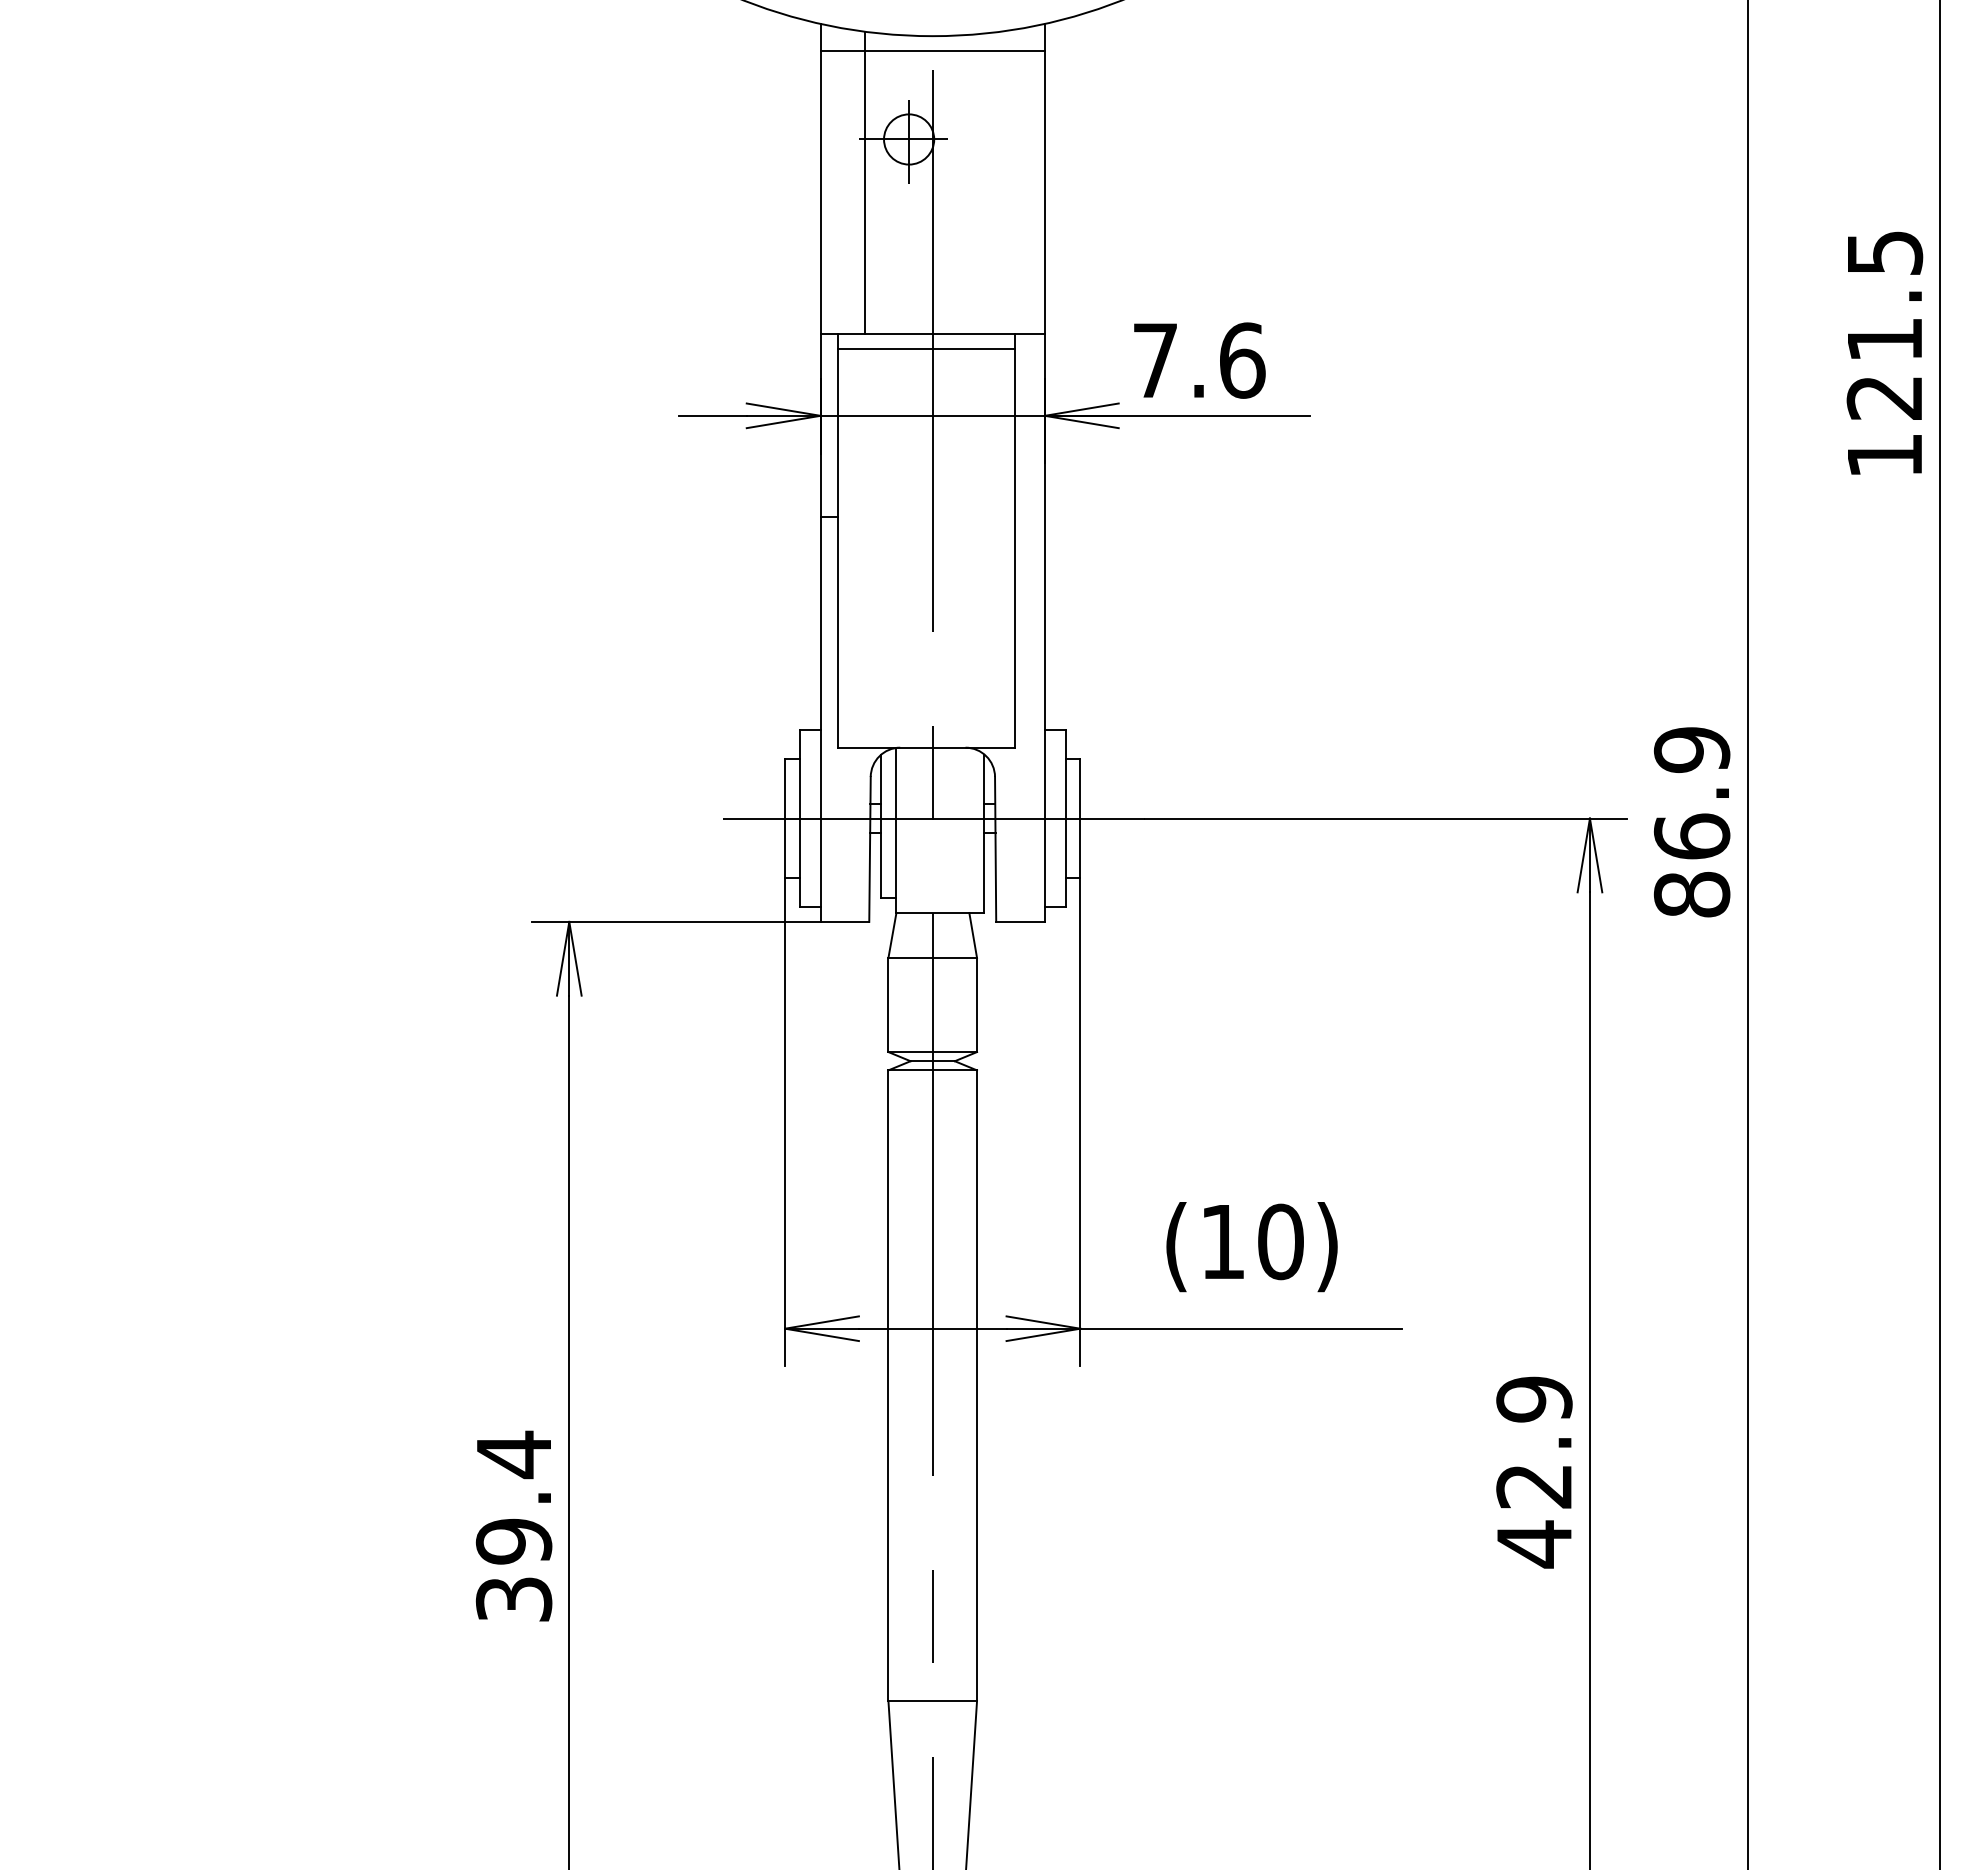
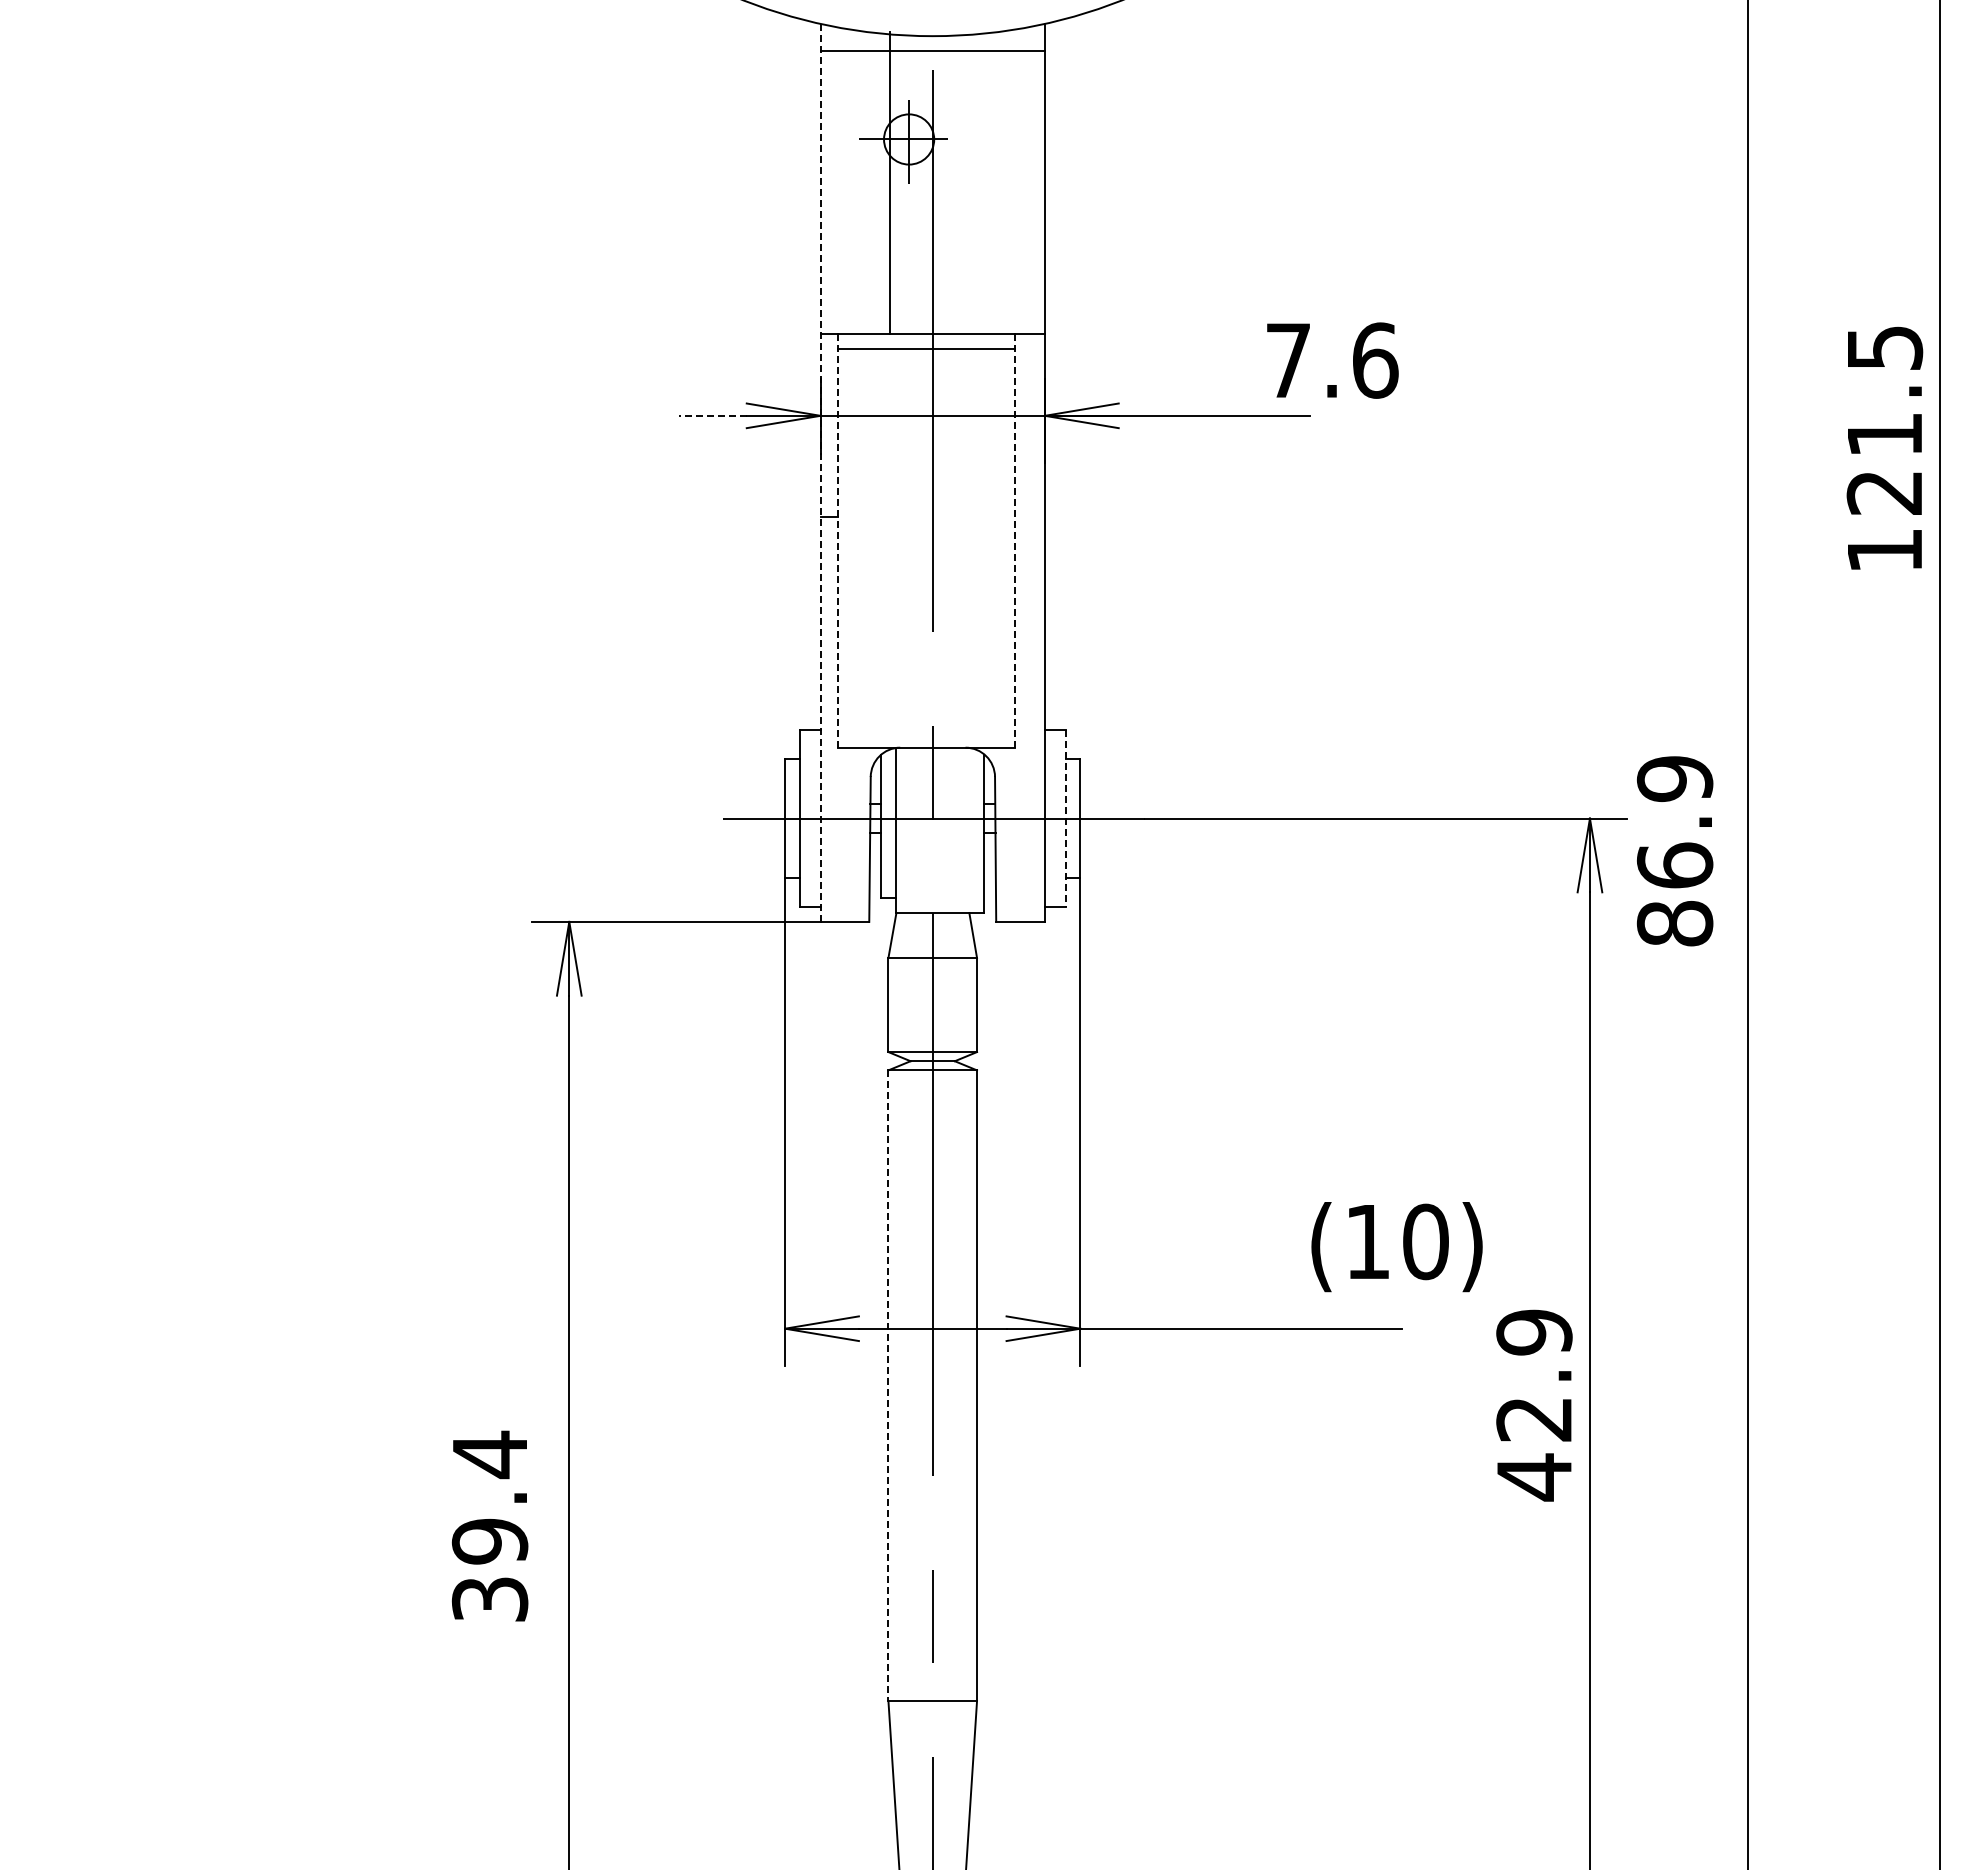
line at (864, 182) position: (864, 182) -> (889, 182)
text at (1884, 352) position: (1884, 352) -> (1884, 447)
text at (1199, 360) position: (1199, 360) -> (1332, 360)
line at (712, 415): solid -> dashed
line at (820, 473): solid -> dashed
line at (838, 541): solid -> dashed
line at (1015, 541): solid -> dashed
line at (1065, 818): solid -> dashed
text at (1692, 822) position: (1692, 822) -> (1675, 851)
text at (1251, 1247) position: (1251, 1247) -> (1396, 1247)
line at (888, 1386): solid -> dashed
text at (1534, 1472) position: (1534, 1472) -> (1534, 1405)
text at (513, 1525) position: (513, 1525) -> (489, 1525)
